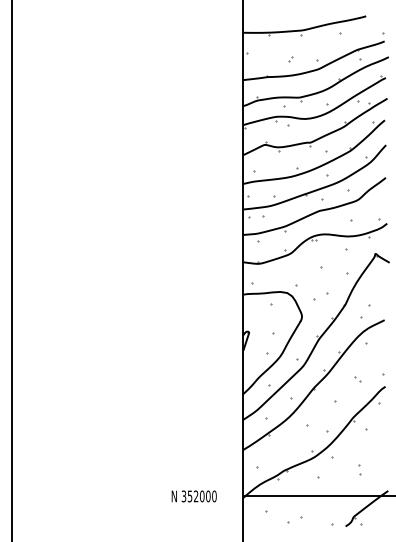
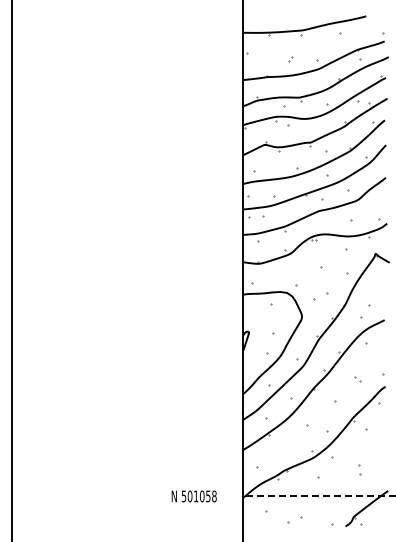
text at (199, 496): 352000 -> 501058
line at (319, 496): solid -> dashed
